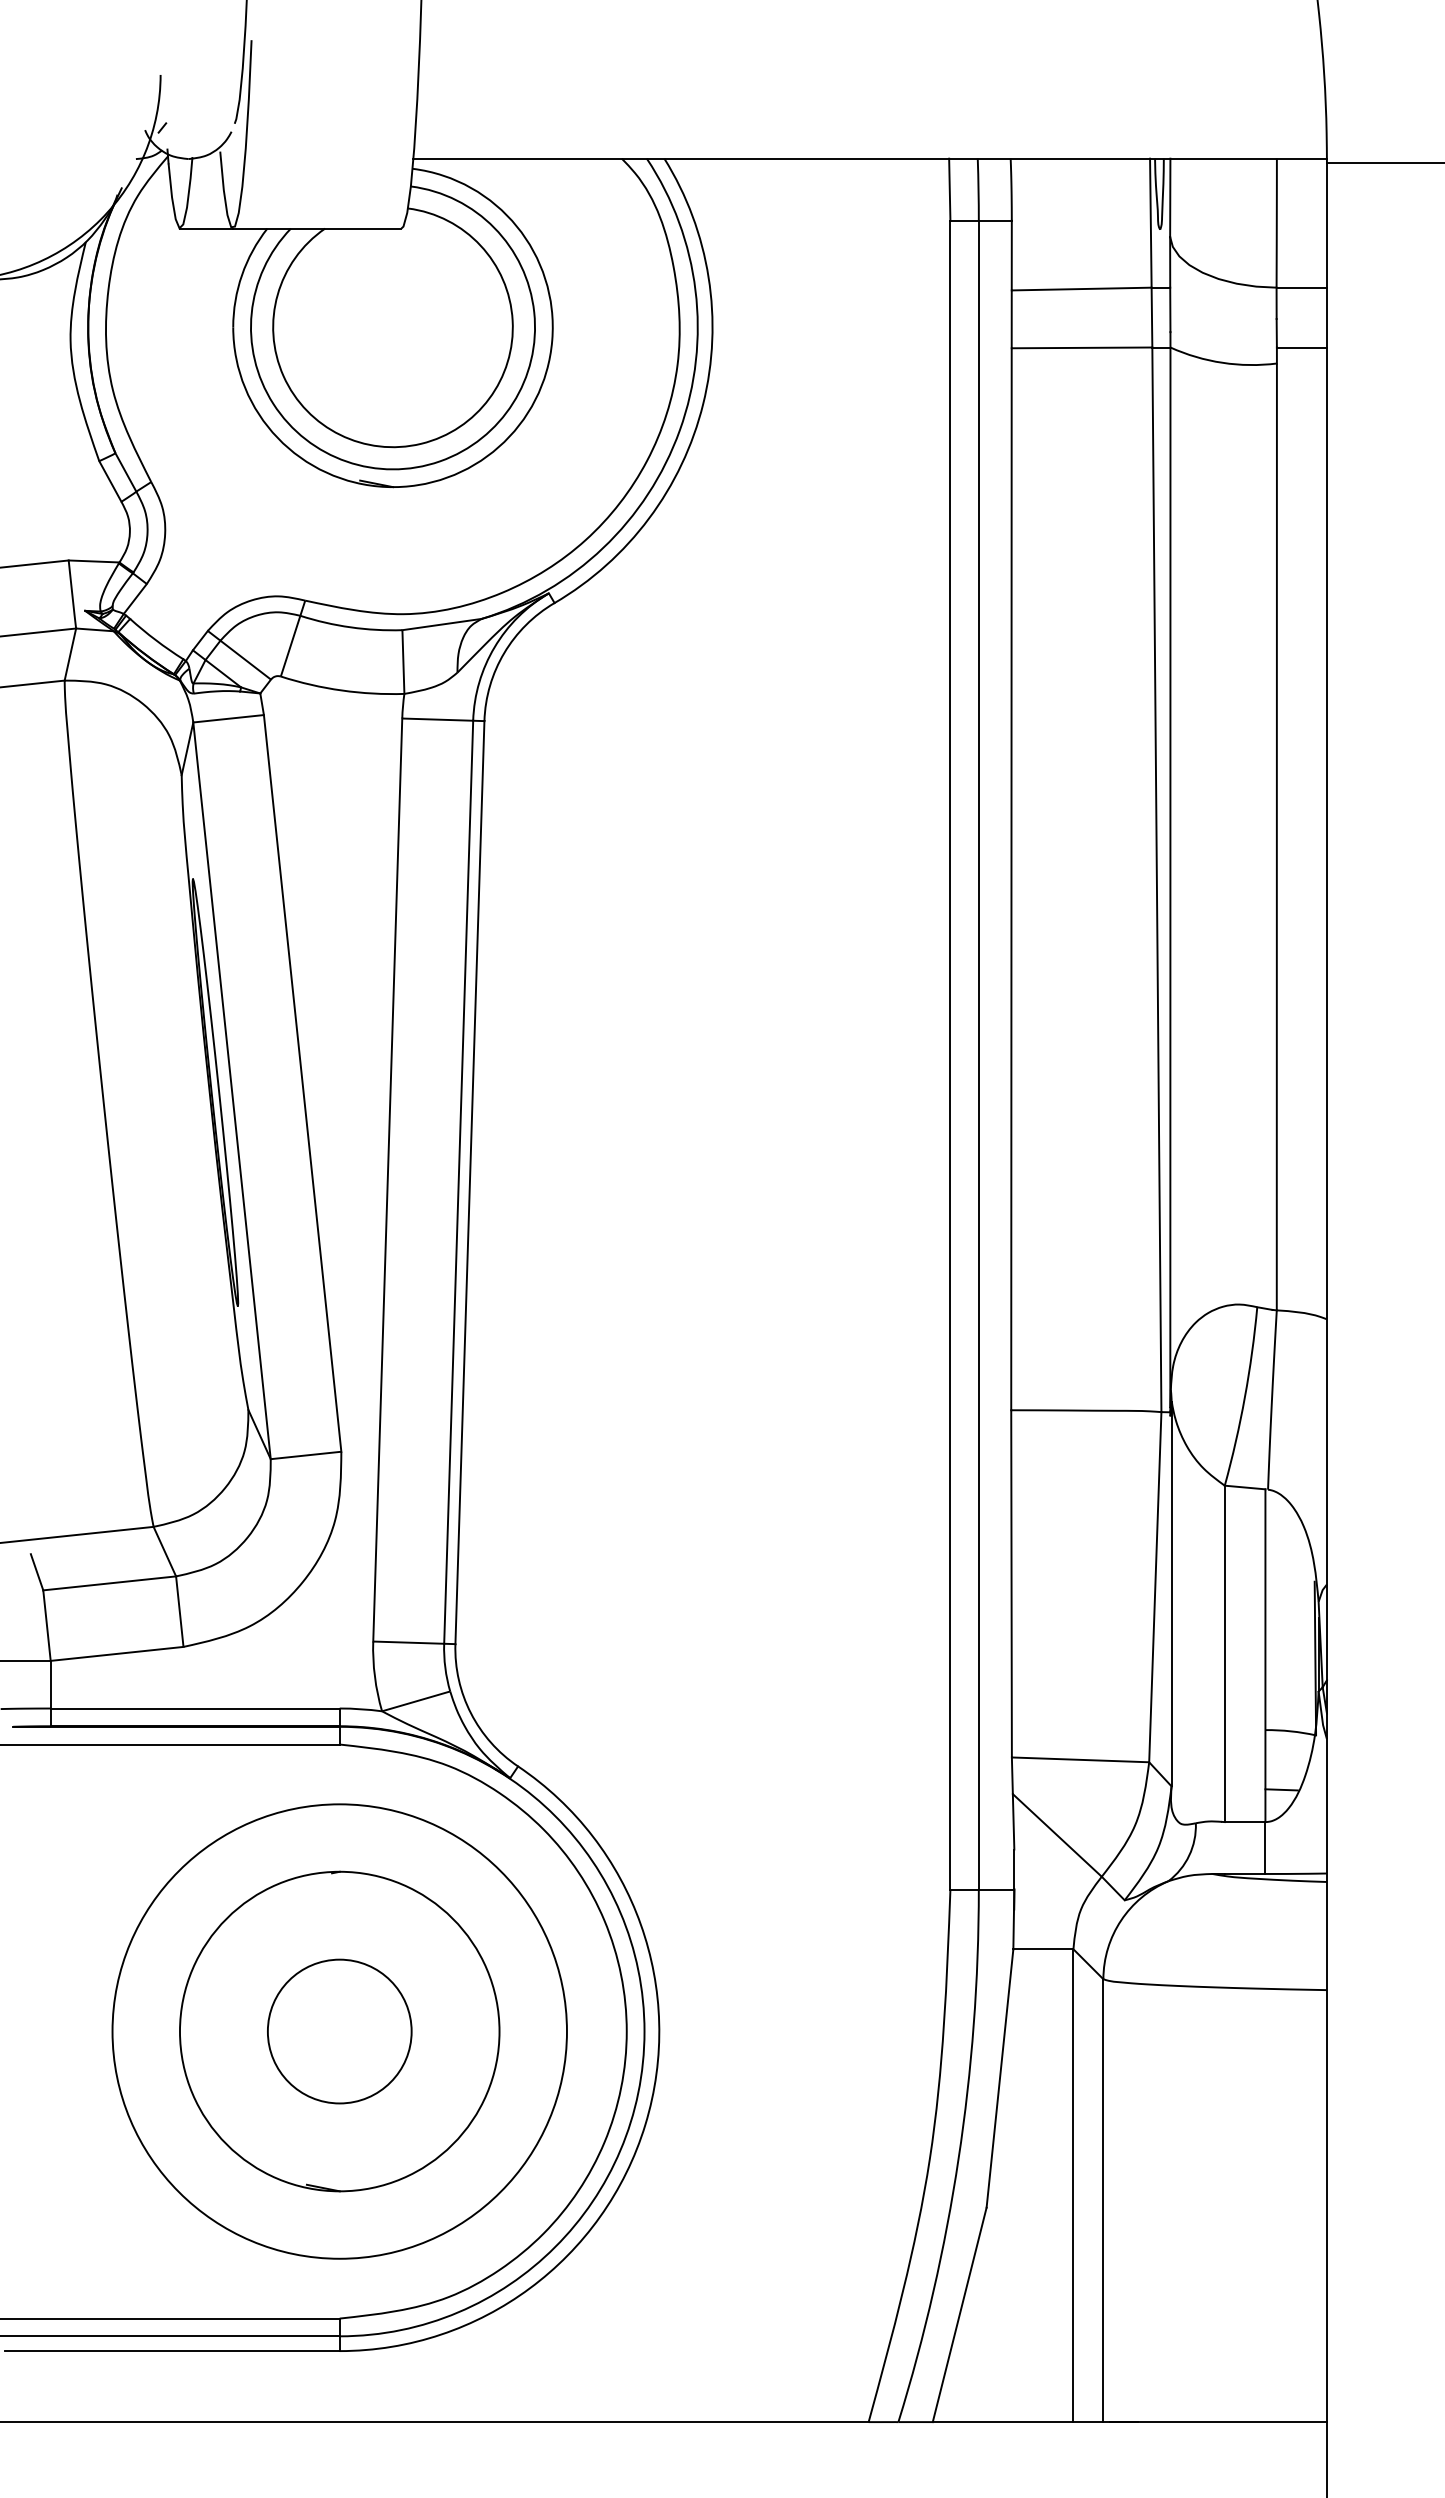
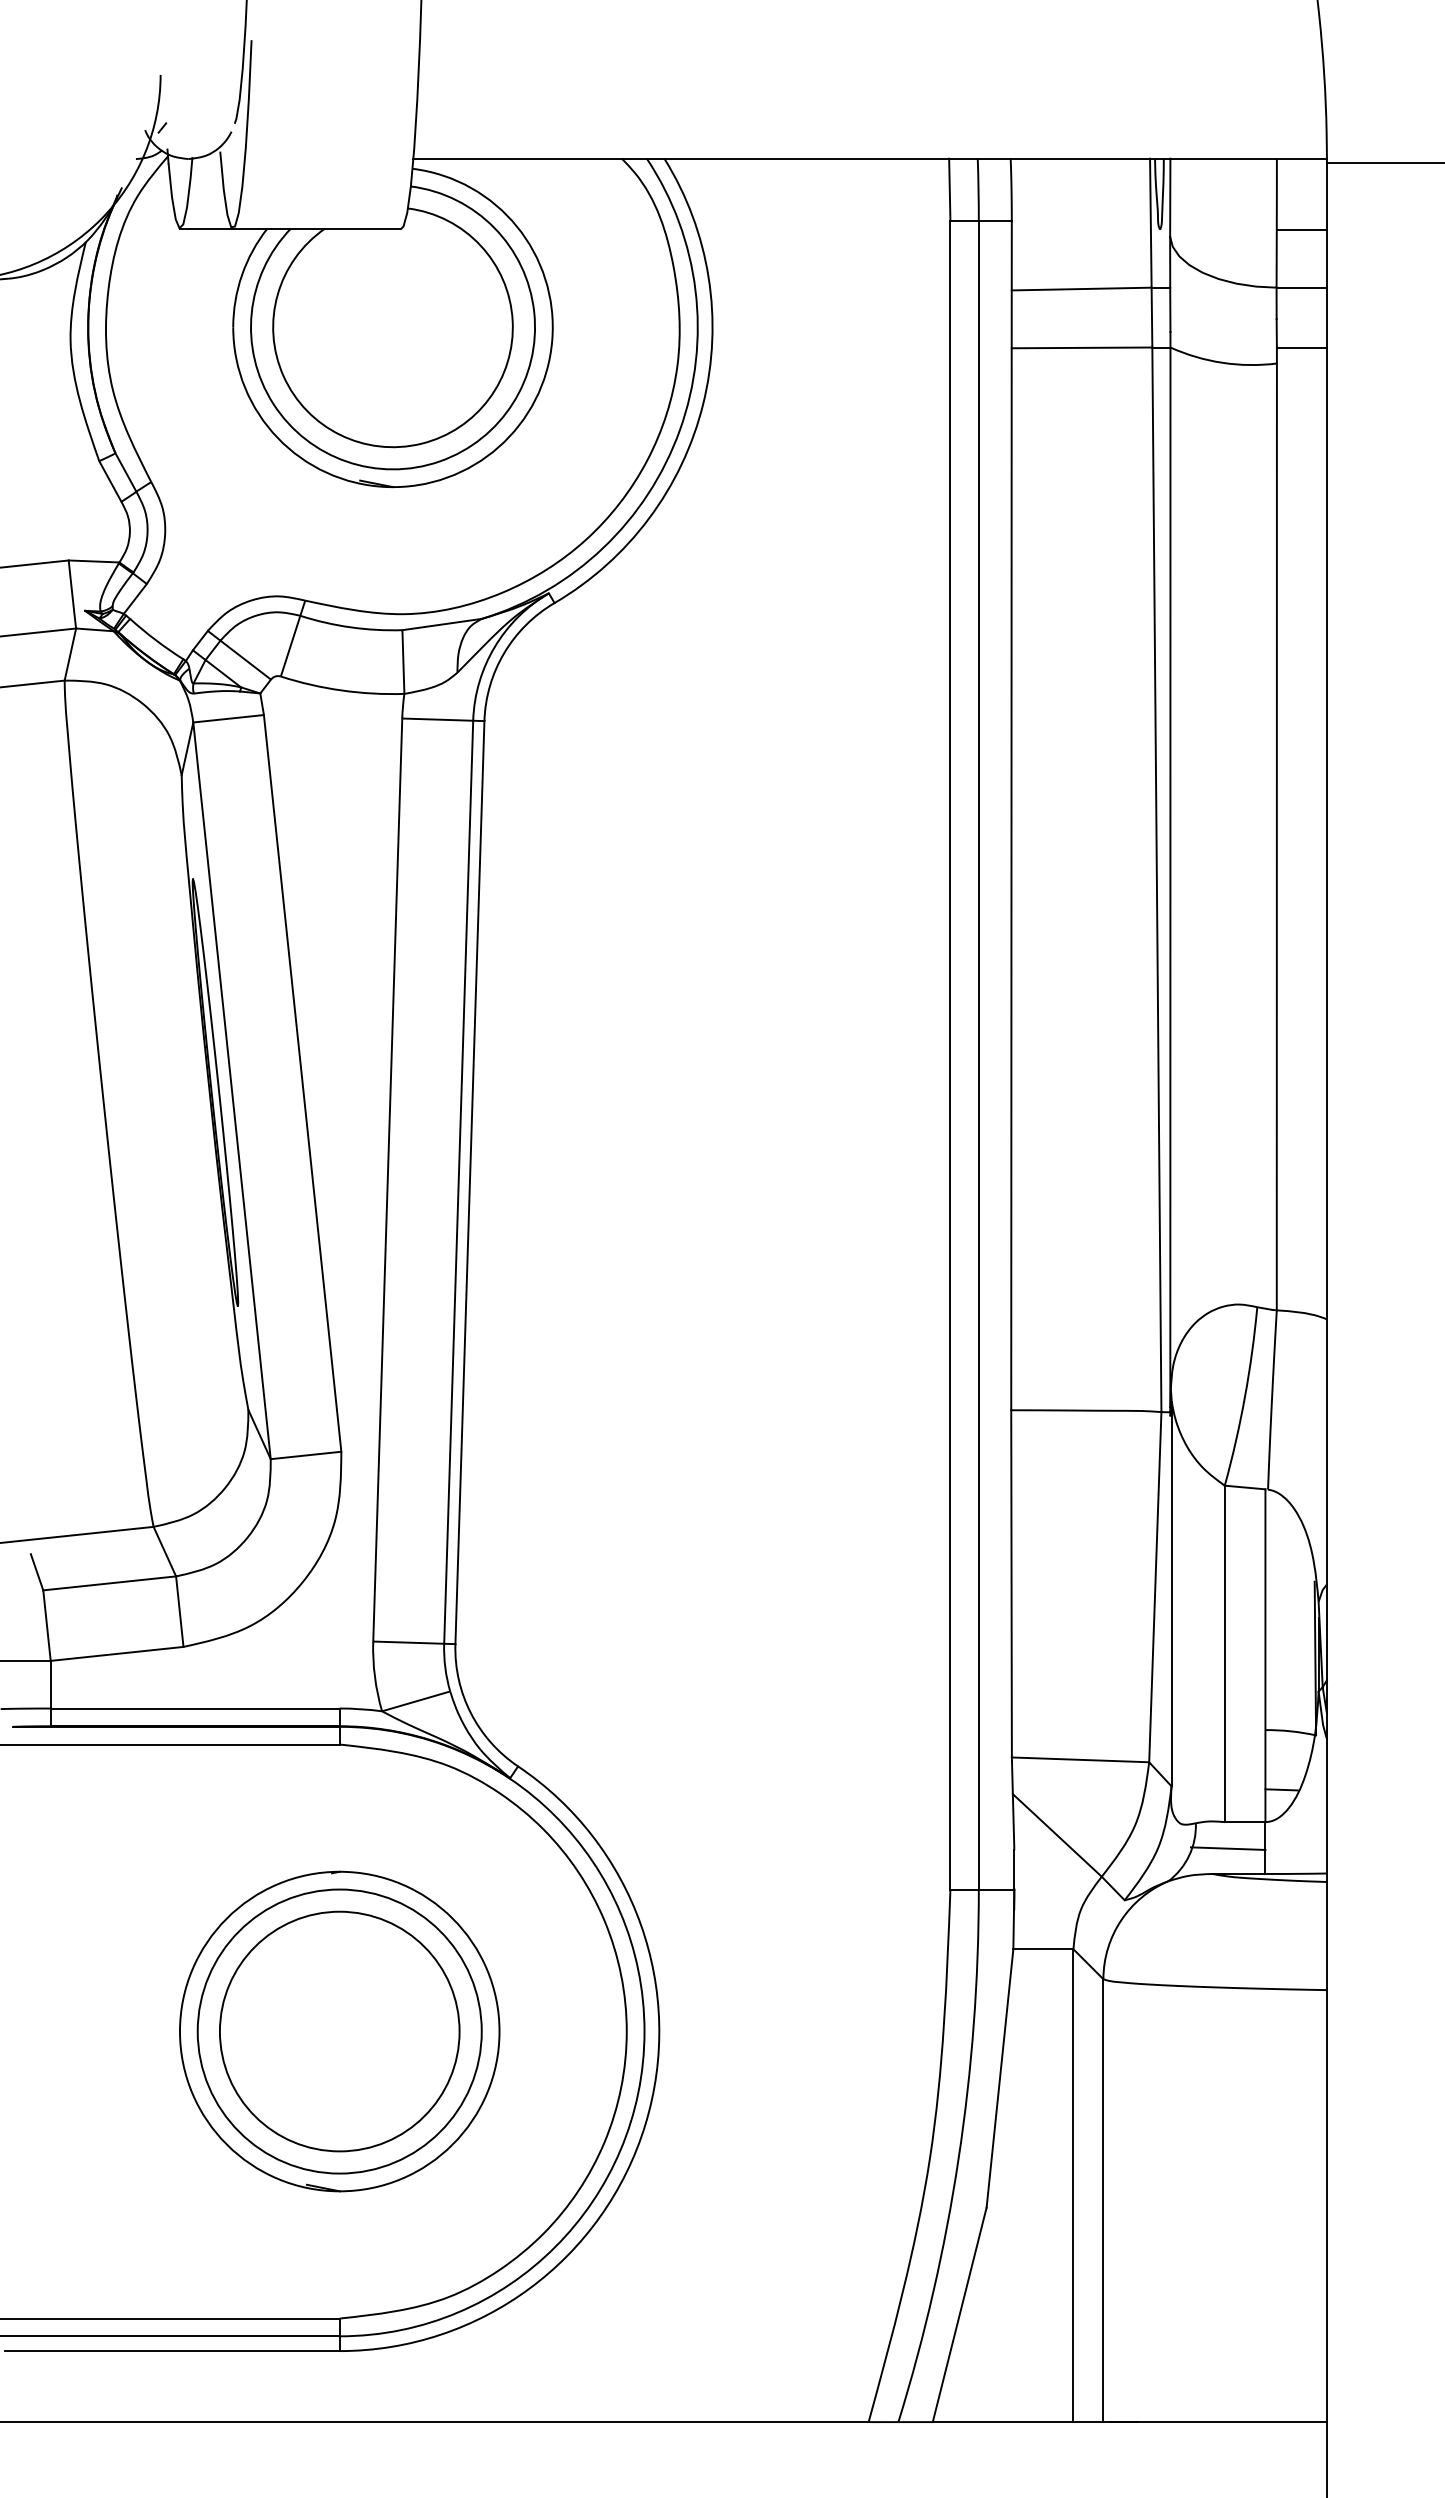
line at (1301, 229): none -> present
line at (1227, 1848): none -> present
circle at (339, 2031) diameter: 144 px -> 240 px
circle at (339, 2031) diameter: 454 px -> 284 px
